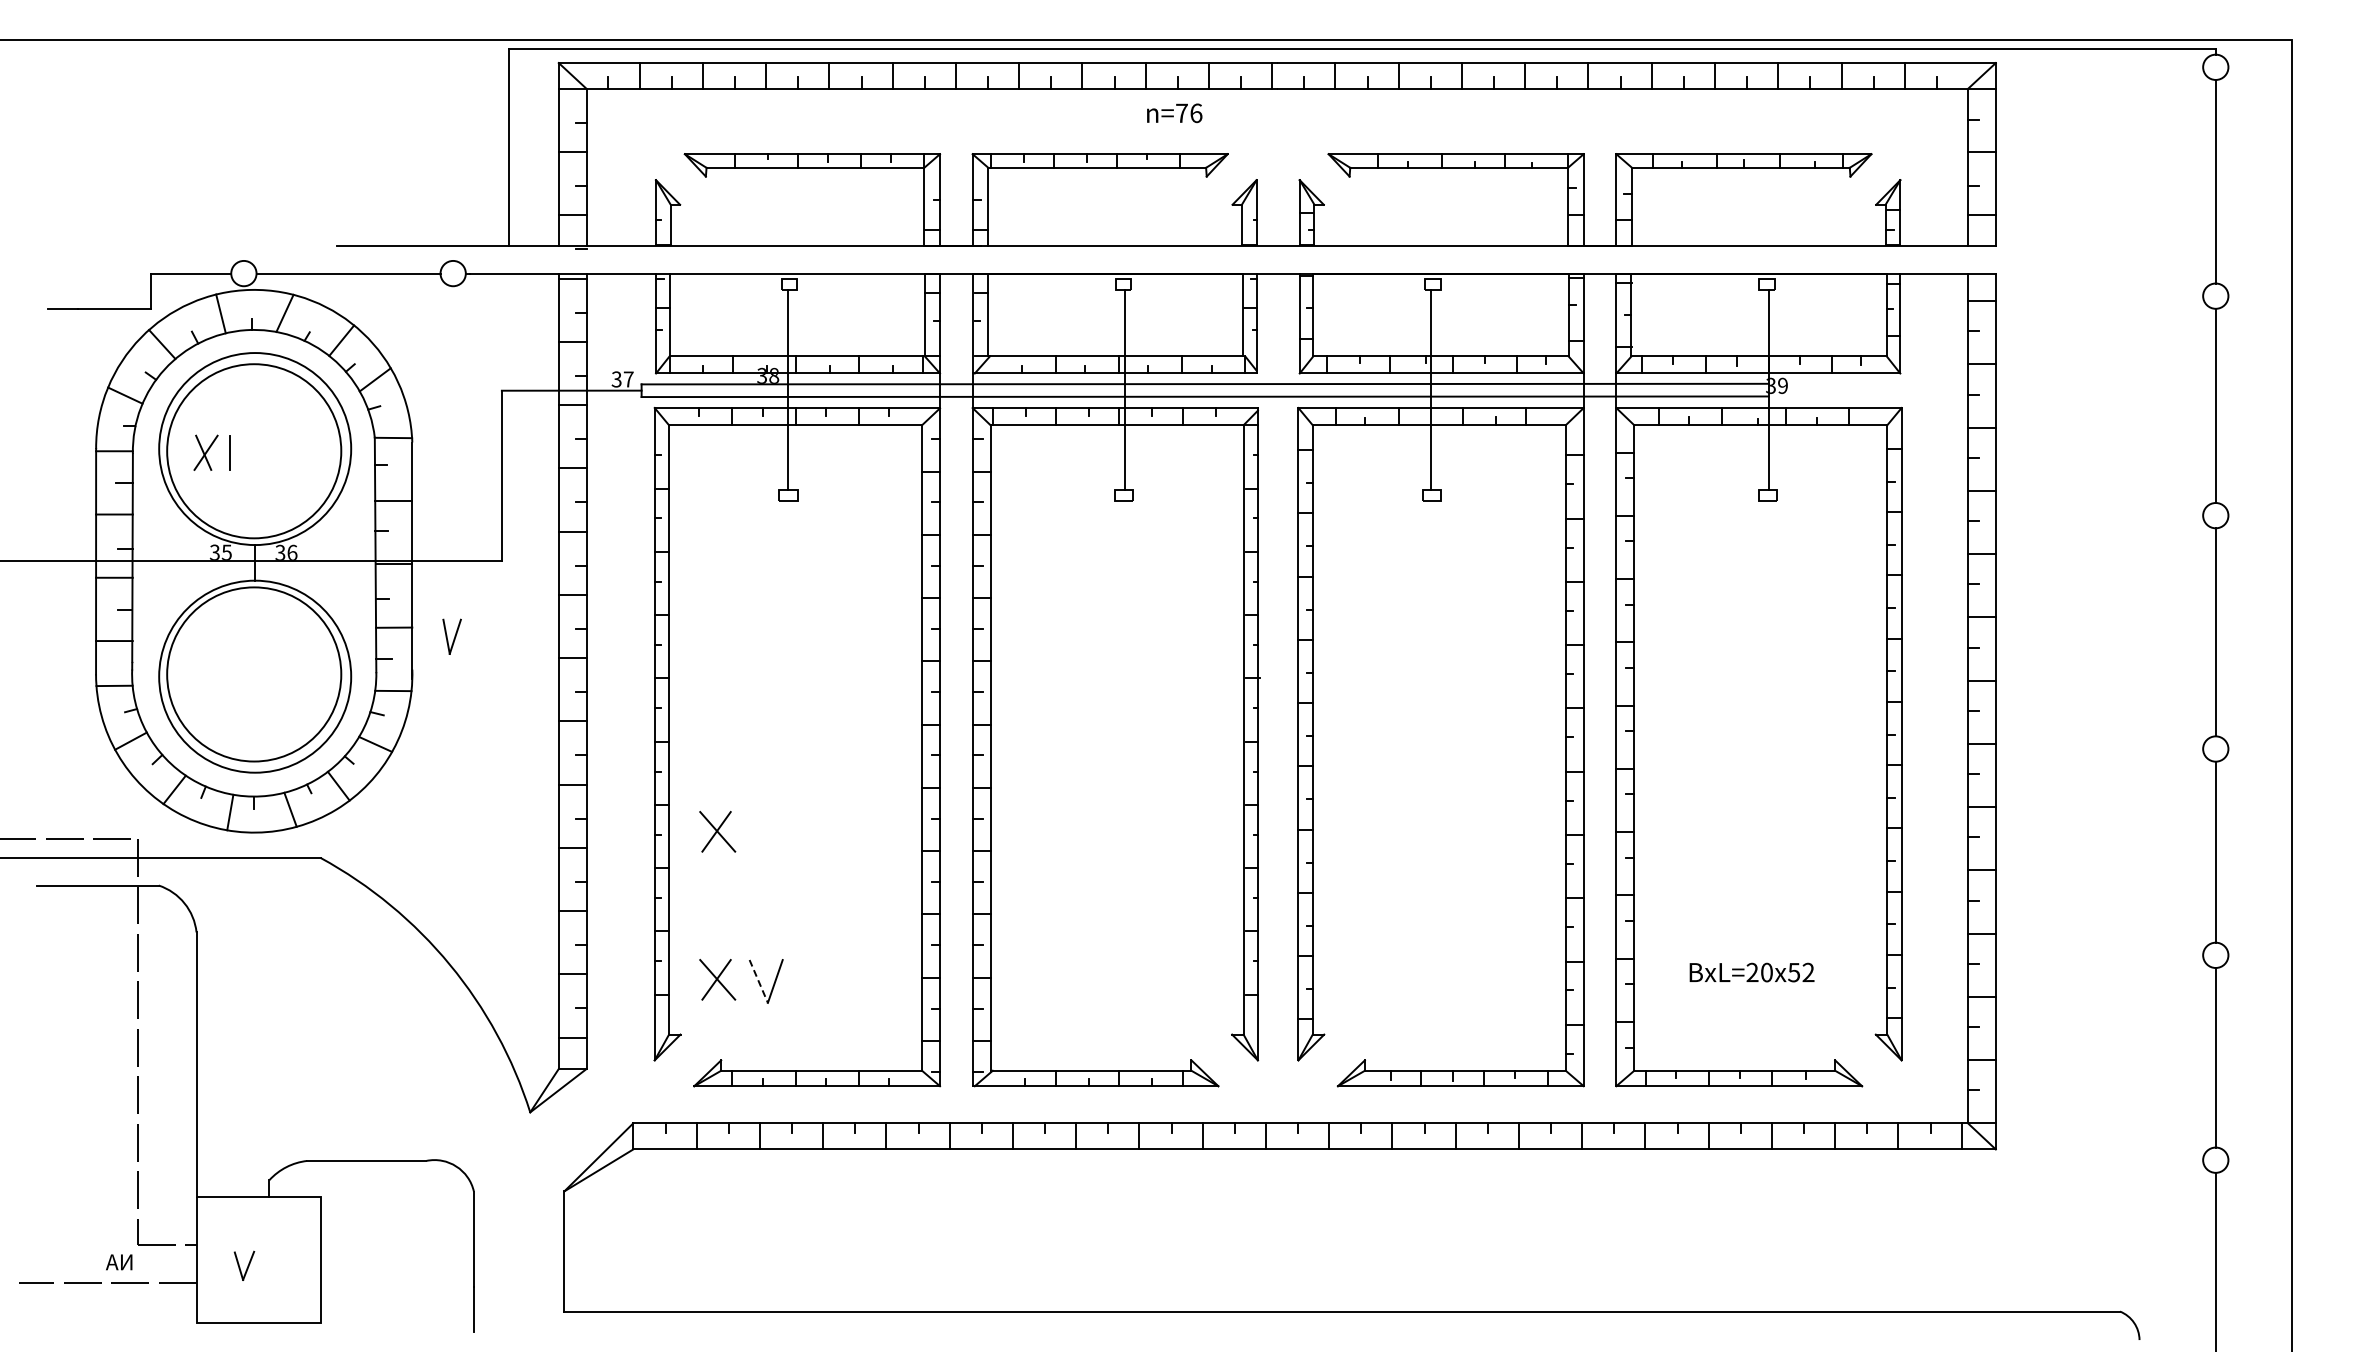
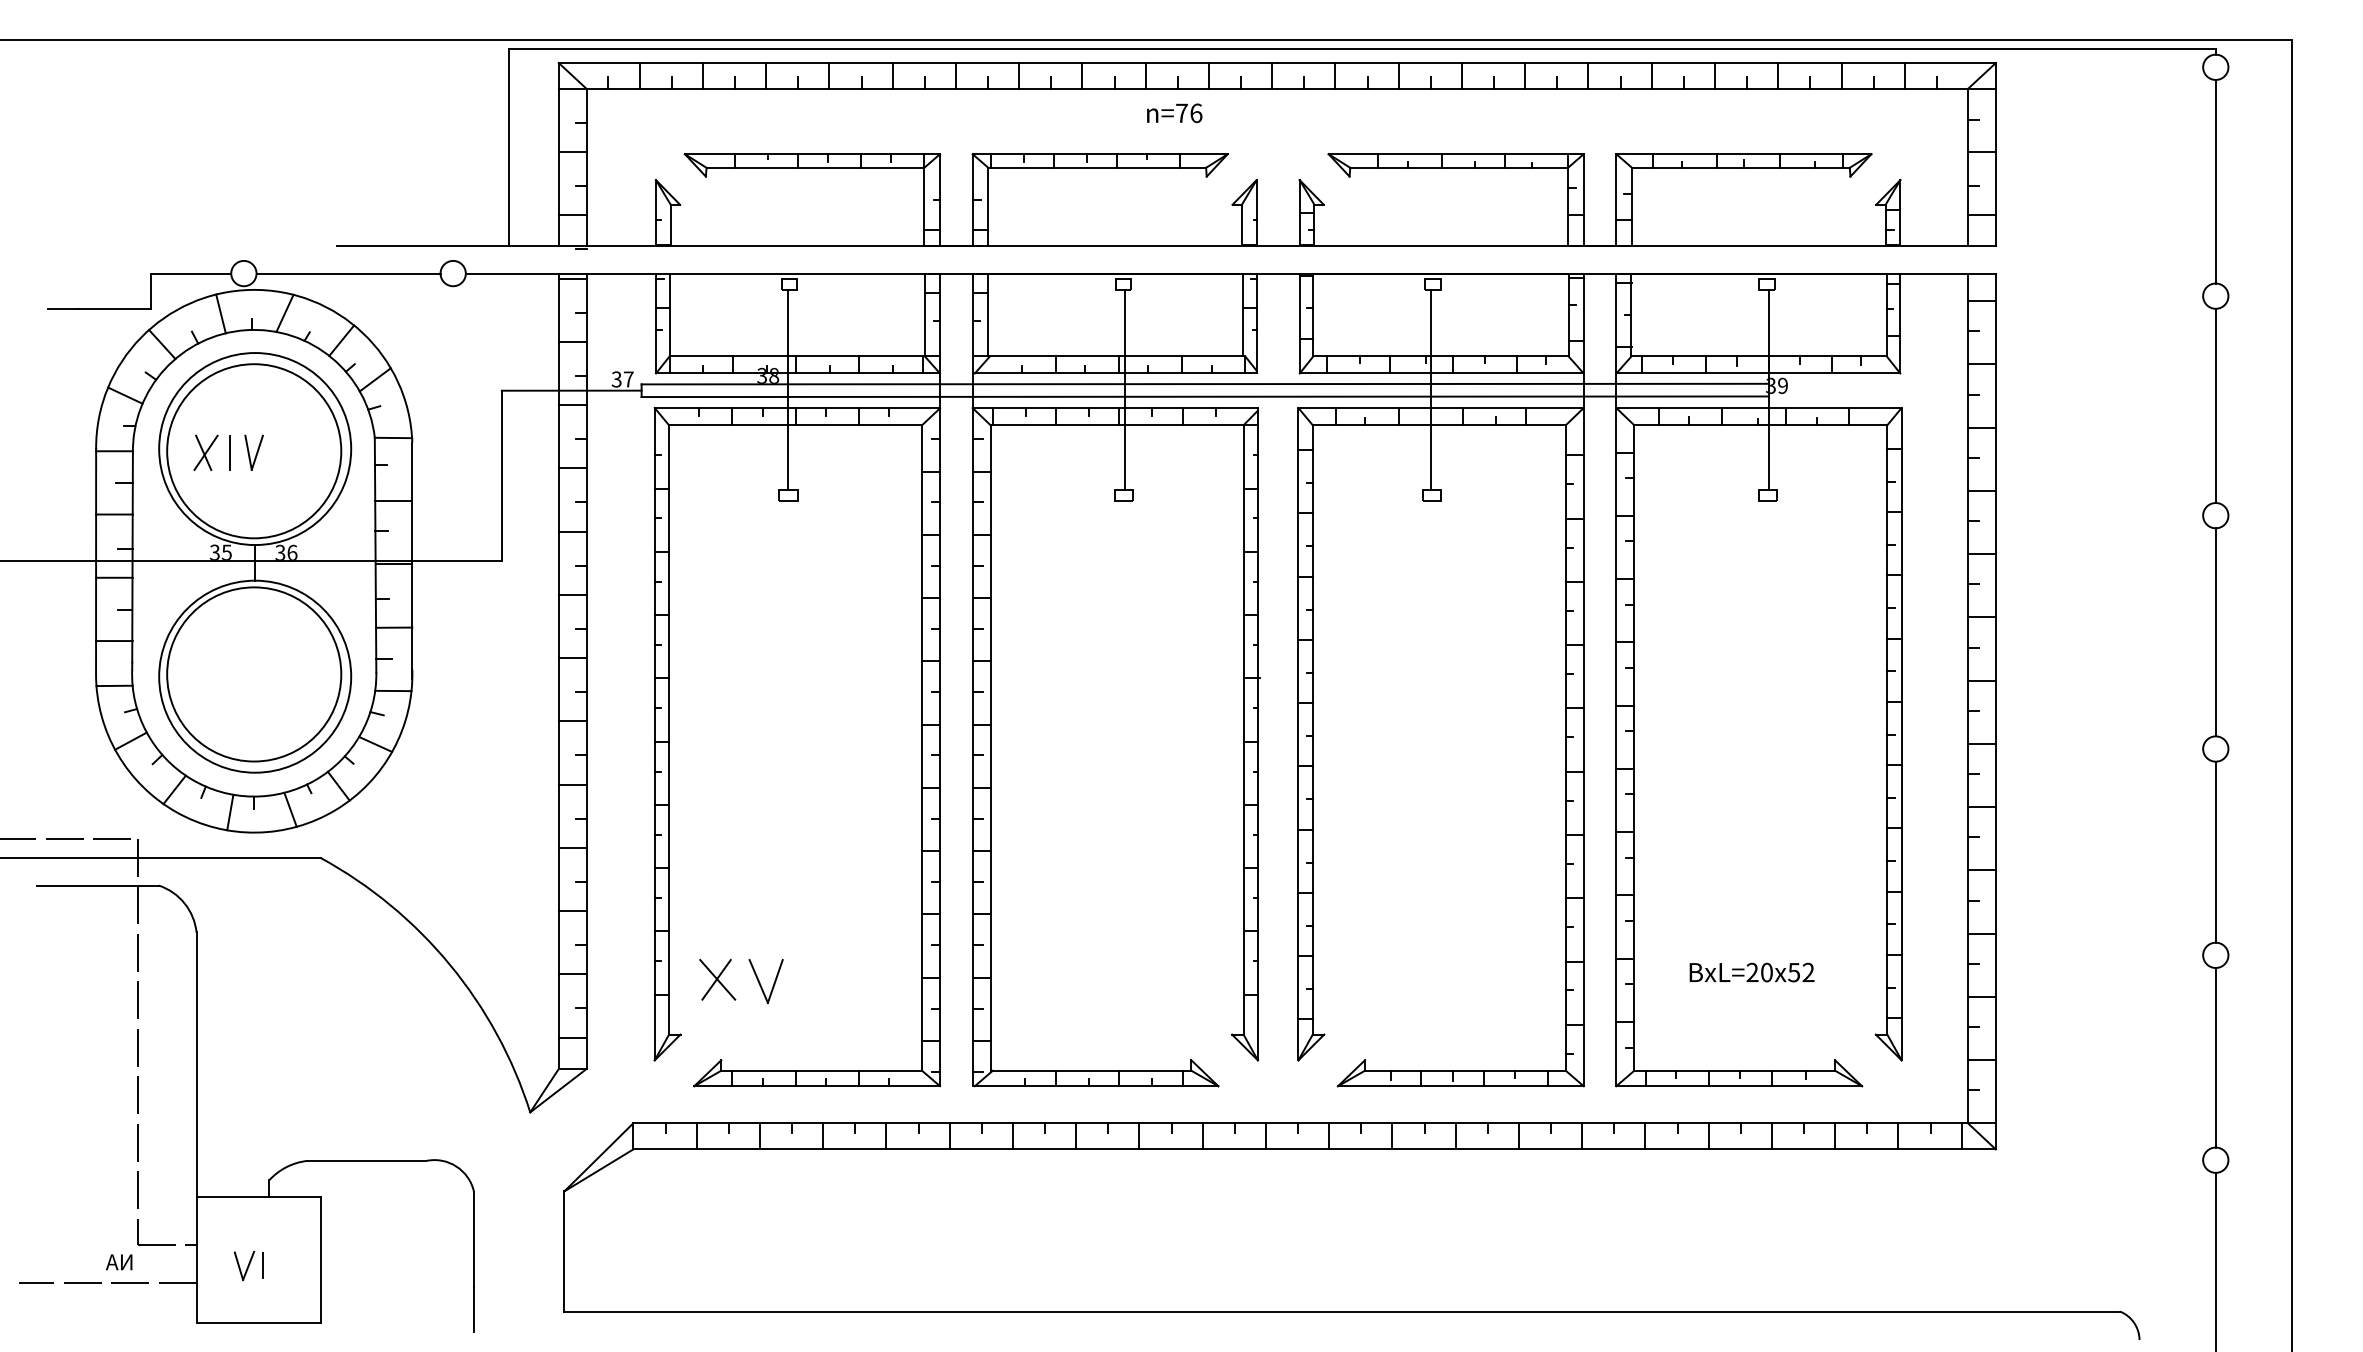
part at (451, 636) position: (451, 636) -> (253, 452)
part at (717, 831): present -> none
line at (758, 981): dashed -> solid
line at (262, 1264): none -> present
